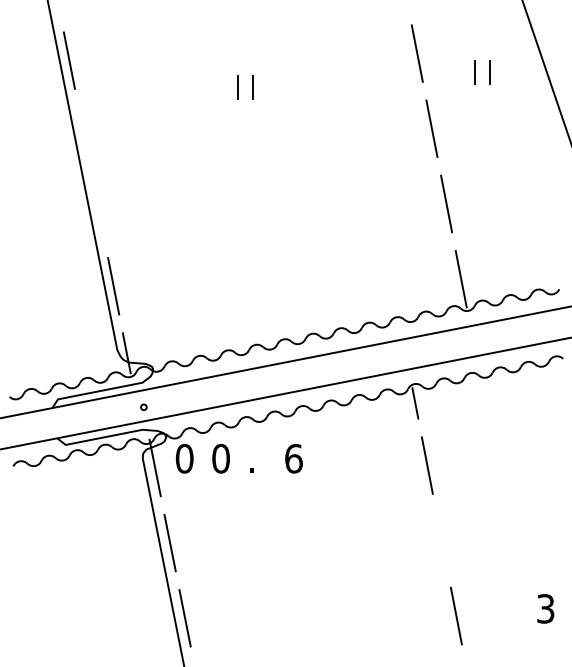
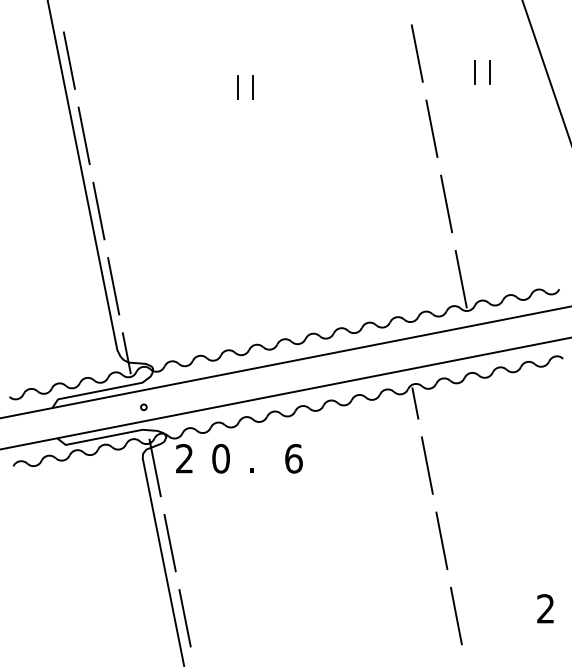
line at (83, 135): none -> present
line at (98, 210): none -> present
text at (184, 458): 0 -> 2
line at (441, 540): none -> present
text at (545, 608): 3 -> 2
